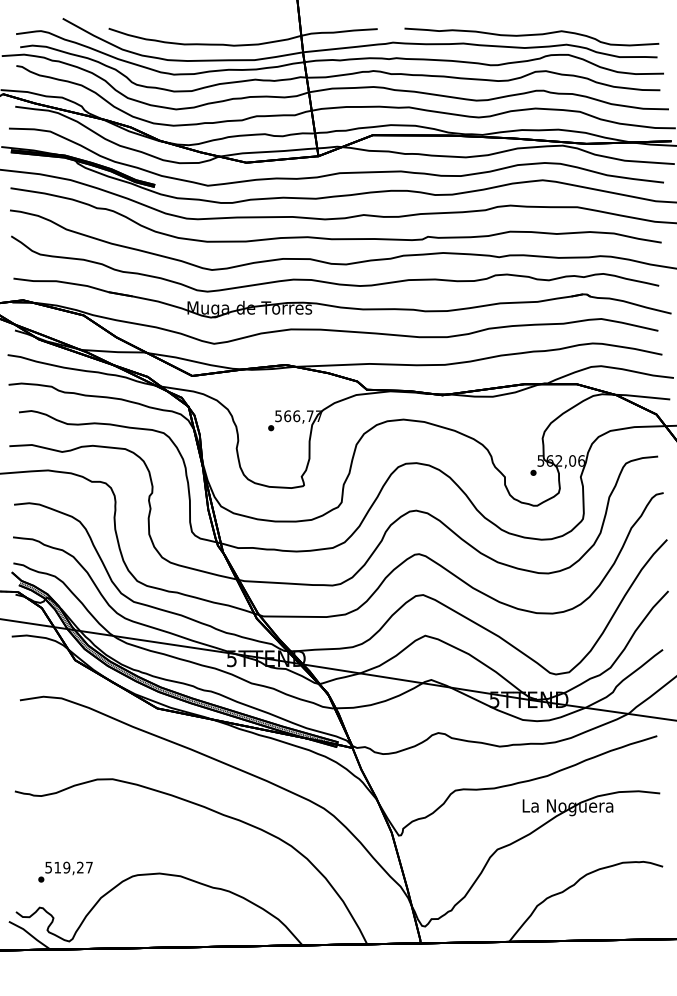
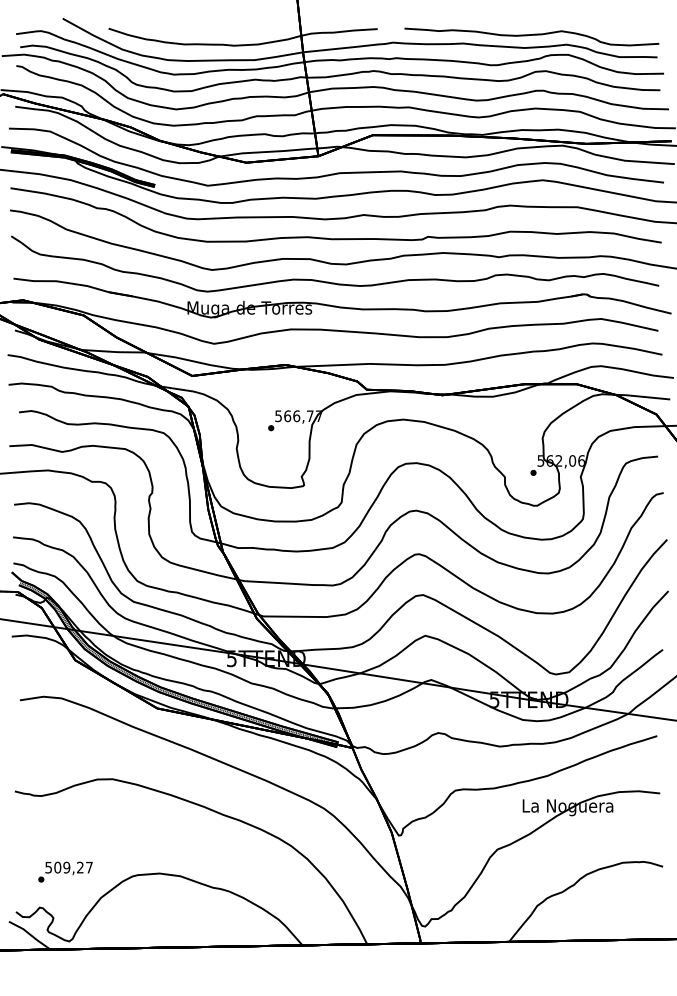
text at (57, 867): 519,27 -> 509,27
